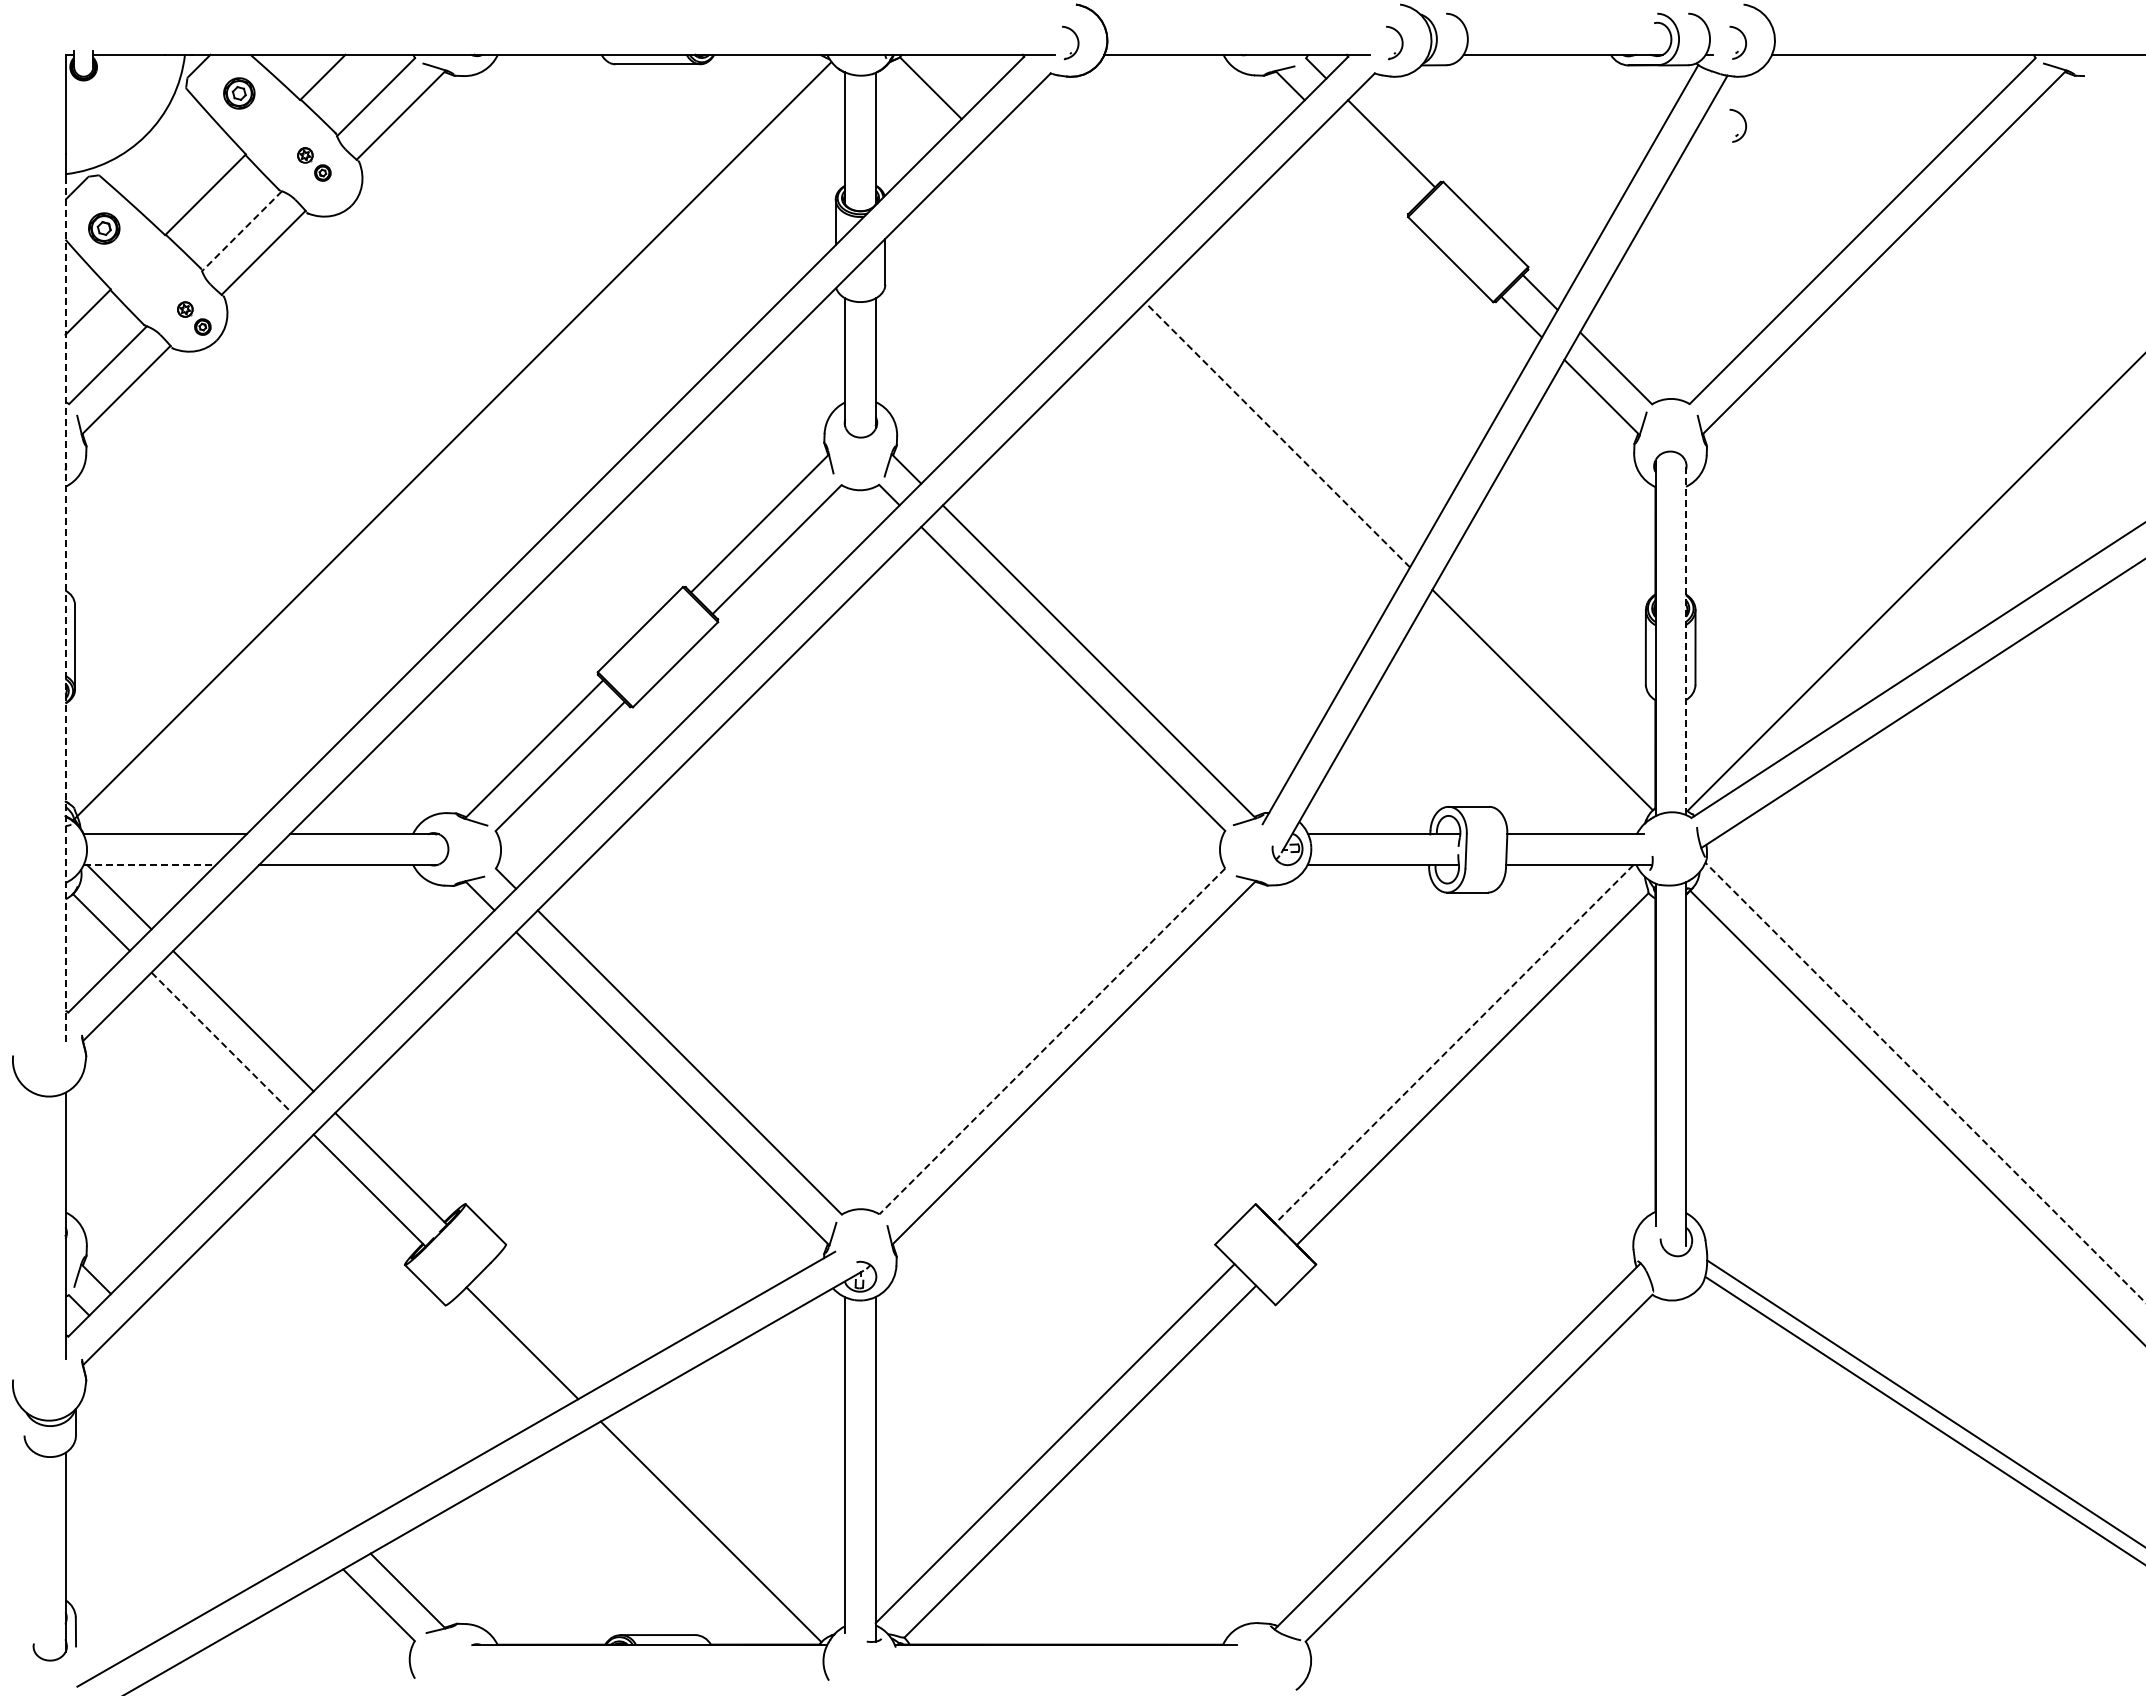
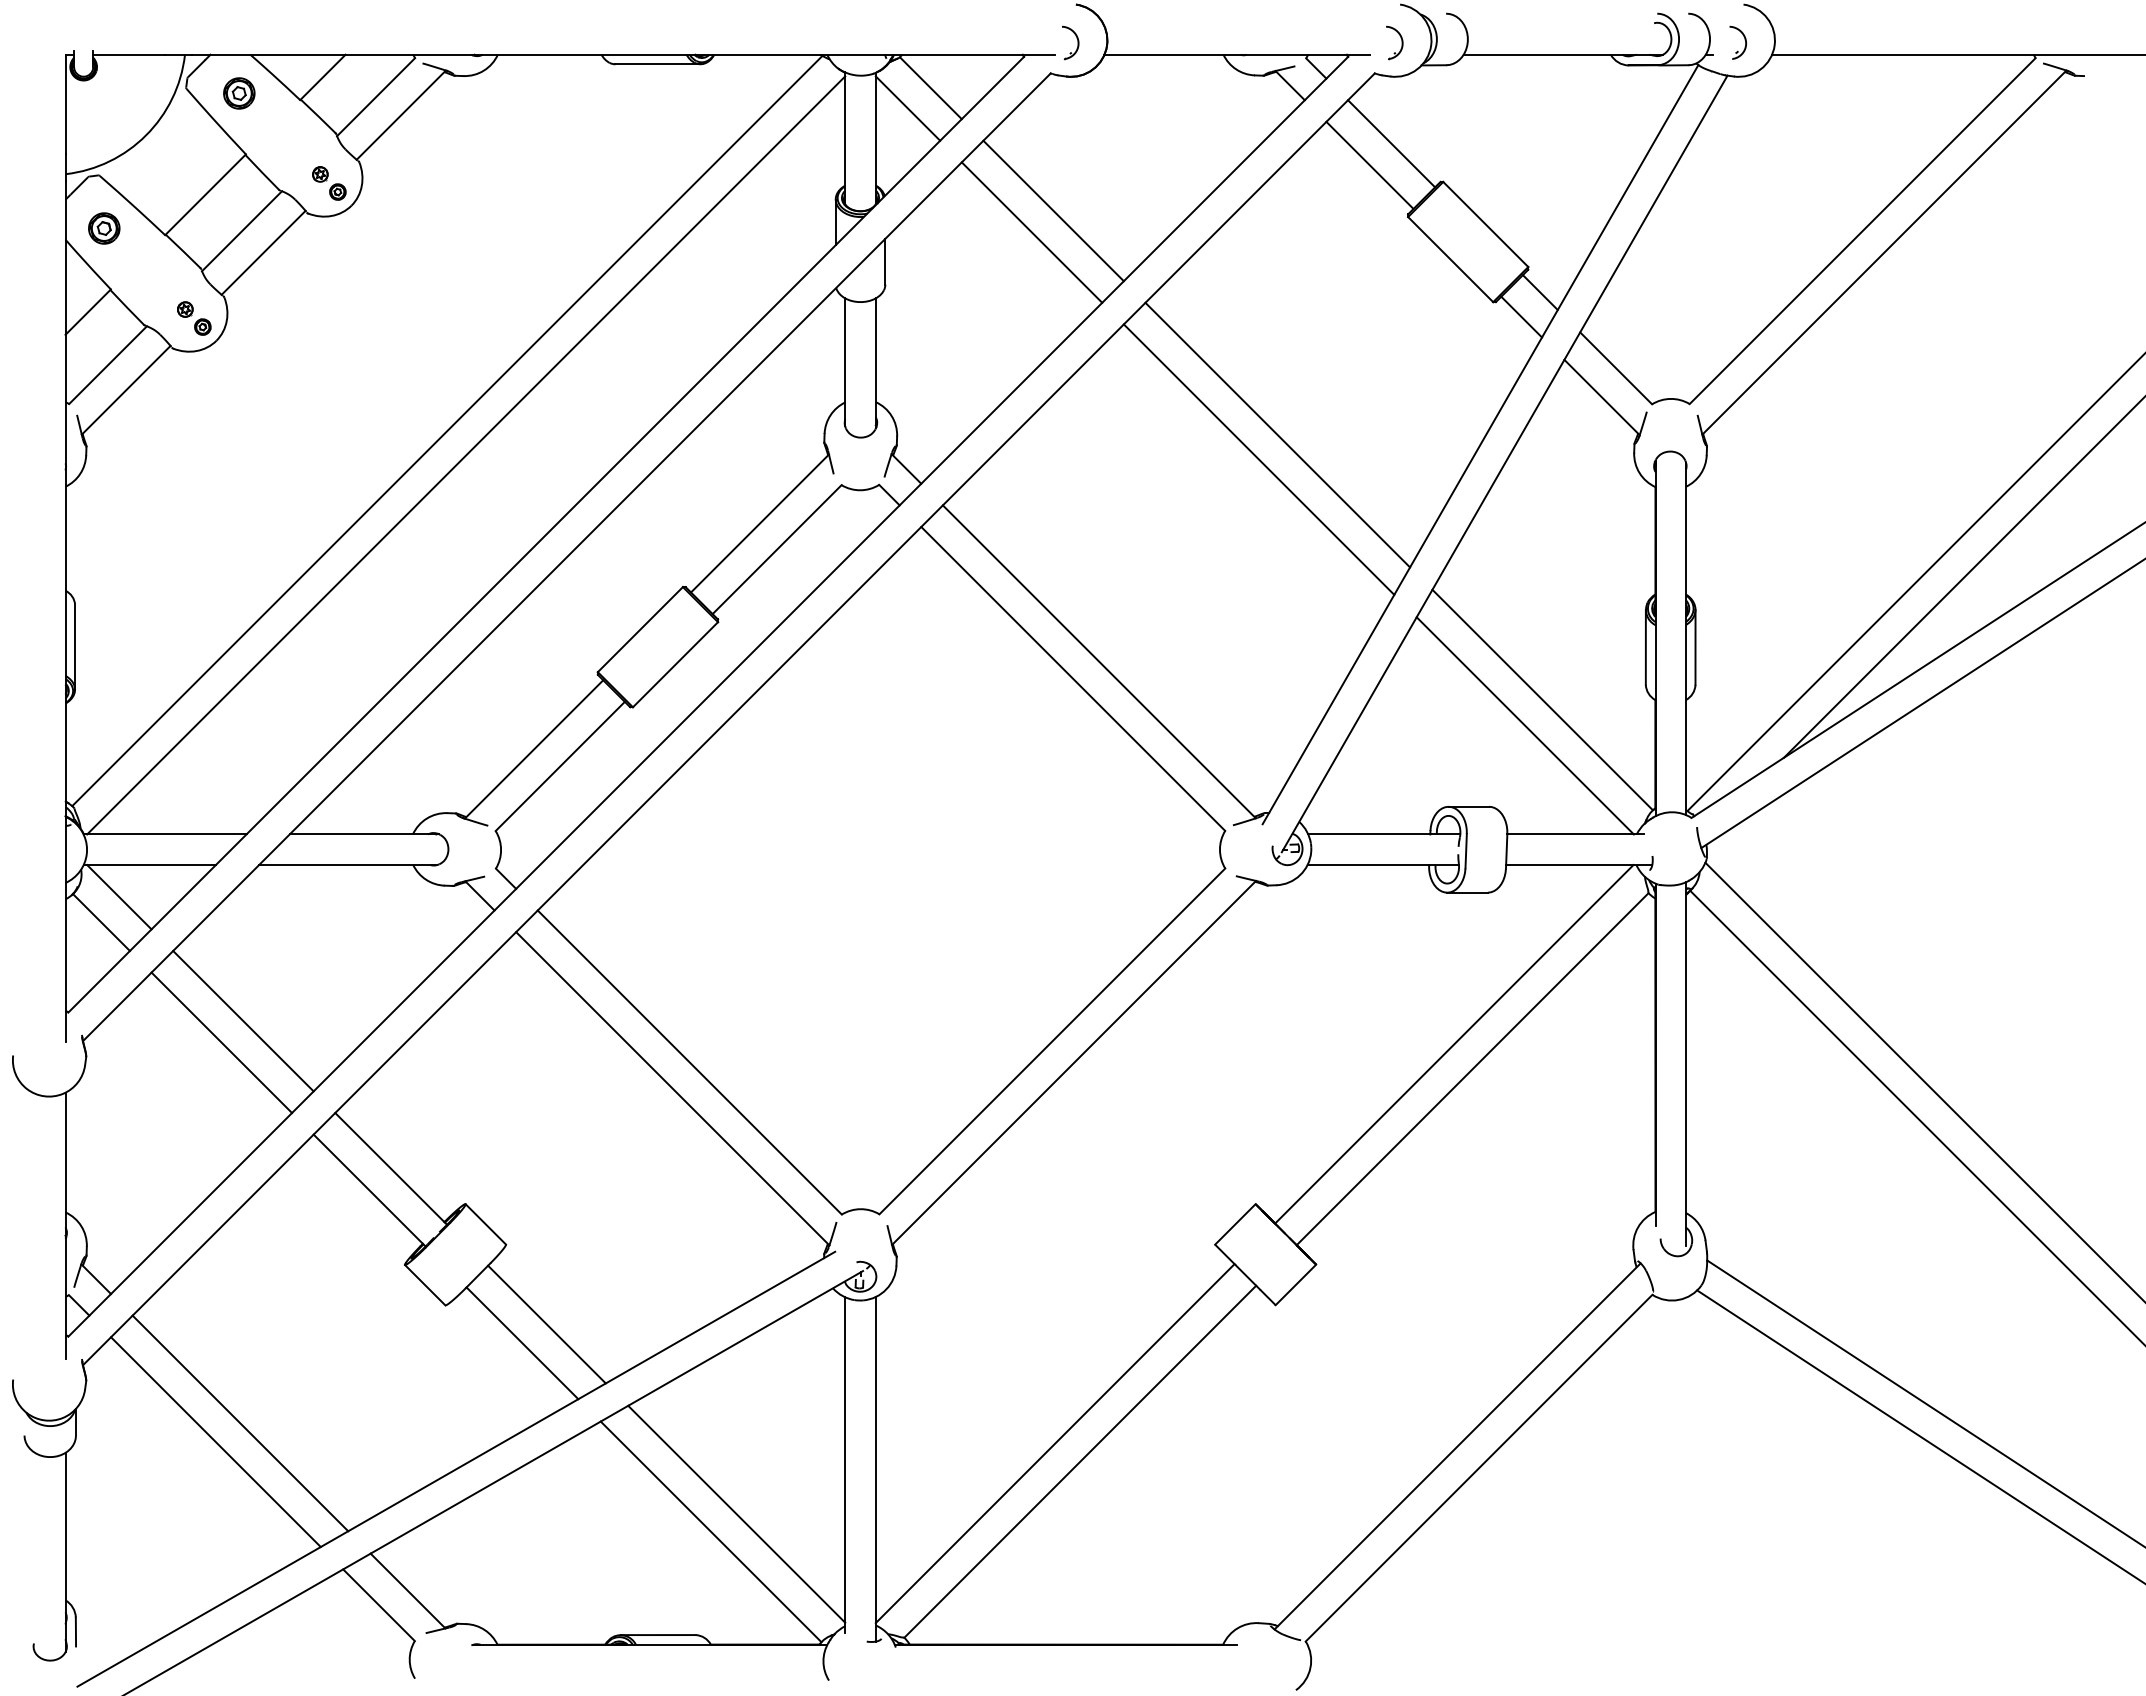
line at (907, 108): none -> present
part at (1744, 122): present -> none
part at (314, 164) position: (314, 164) -> (329, 183)
line at (1369, 164): none -> present
line at (1053, 210): none -> present
line at (242, 231): dashed -> solid
line at (1031, 232): none -> present
line at (447, 430): none -> present
line at (1277, 434): dashed -> solid
line at (452, 441) position: (452, 441) -> (466, 455)
line at (1258, 459): none -> present
line at (1962, 578): none -> present
line at (65, 610): dashed -> solid
line at (1686, 639): dashed -> solid
line at (1524, 725): none -> present
line at (150, 865): dashed -> solid
line at (1052, 1041): dashed -> solid
line at (222, 1043): dashed -> solid
line at (1453, 1044): dashed -> solid
line at (1925, 1082): dashed -> solid
line at (546, 1324): none -> present
line at (1924, 1420) position: (1924, 1420) -> (1919, 1435)
line at (240, 1423): none -> present
line at (215, 1442): none -> present
line at (736, 1513): none -> present
